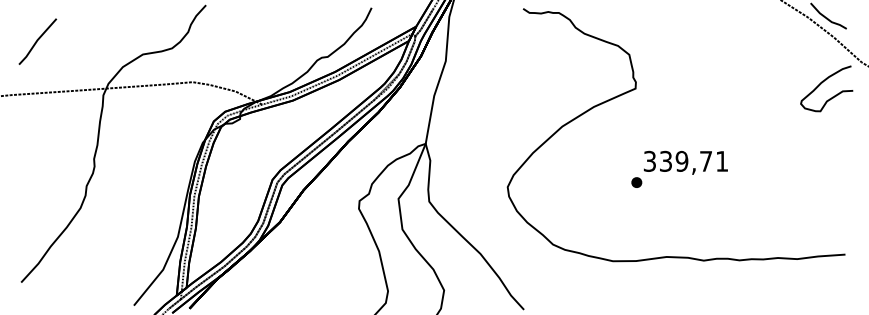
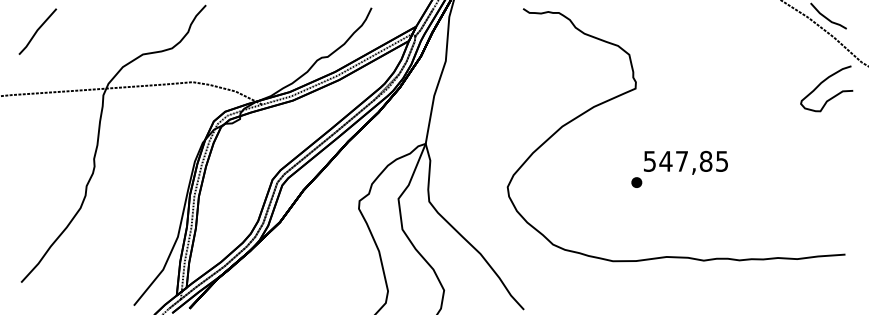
line at (37, 41) position: (37, 41) -> (37, 31)
text at (685, 160): 339,71 -> 547,85
